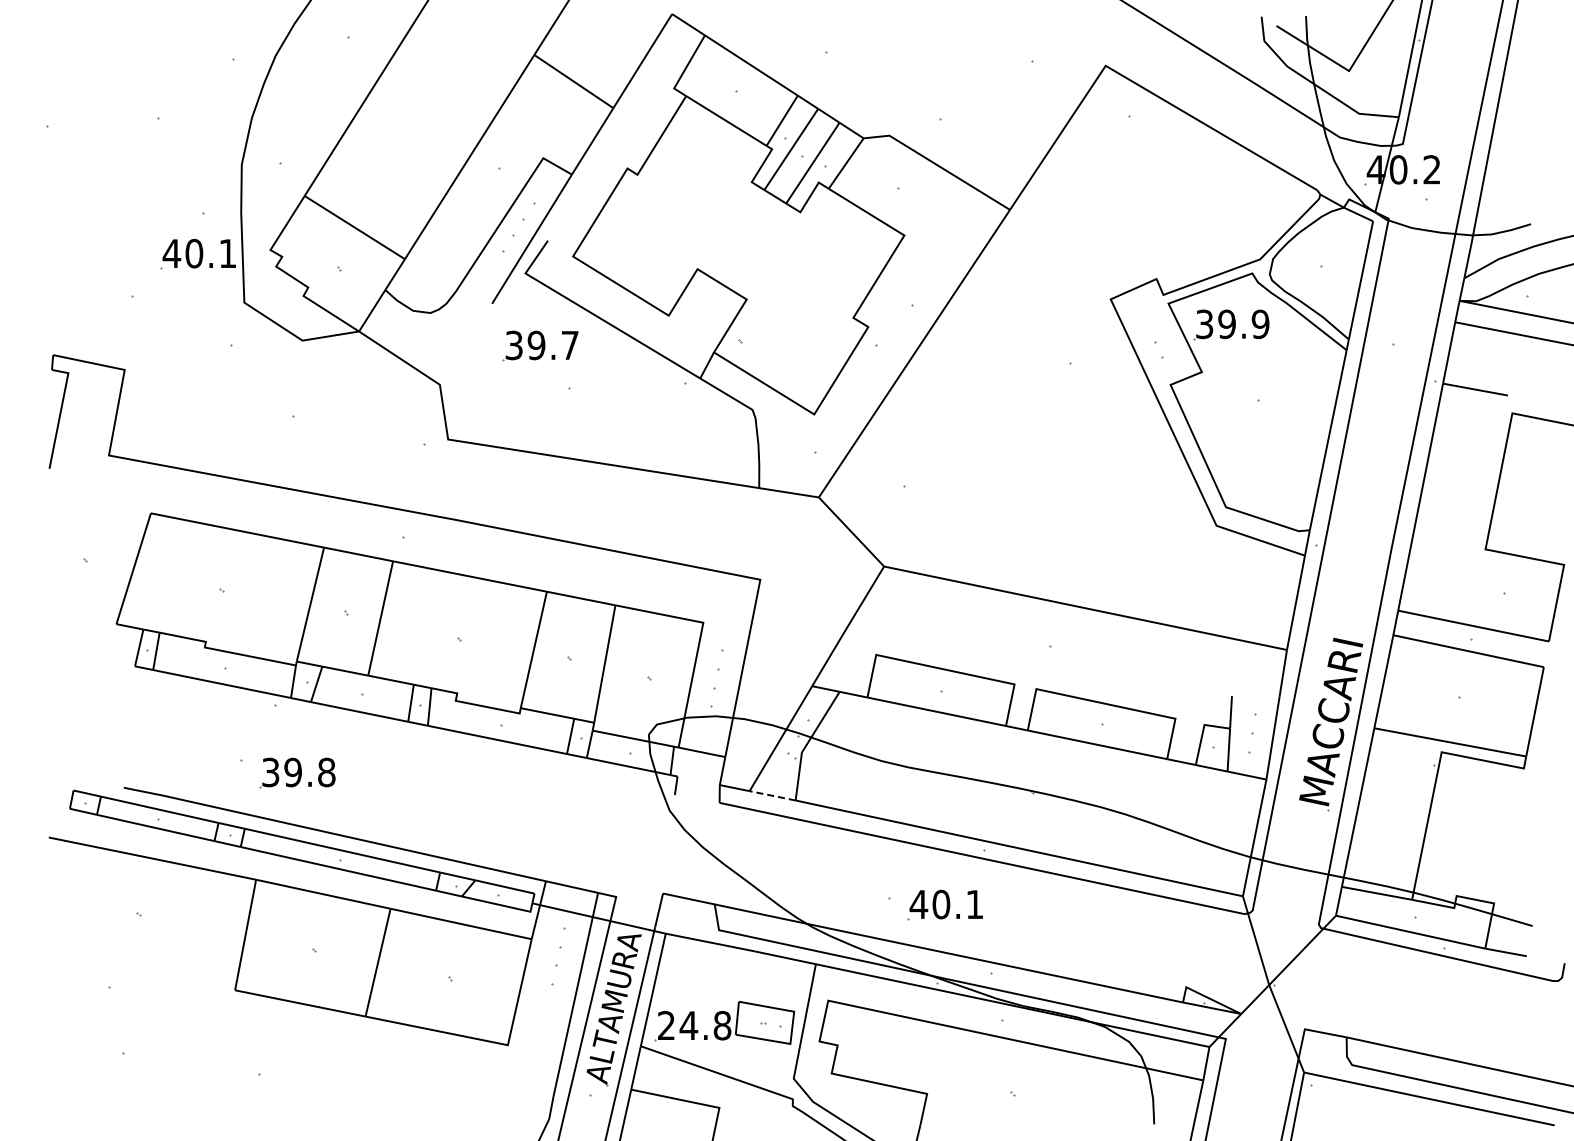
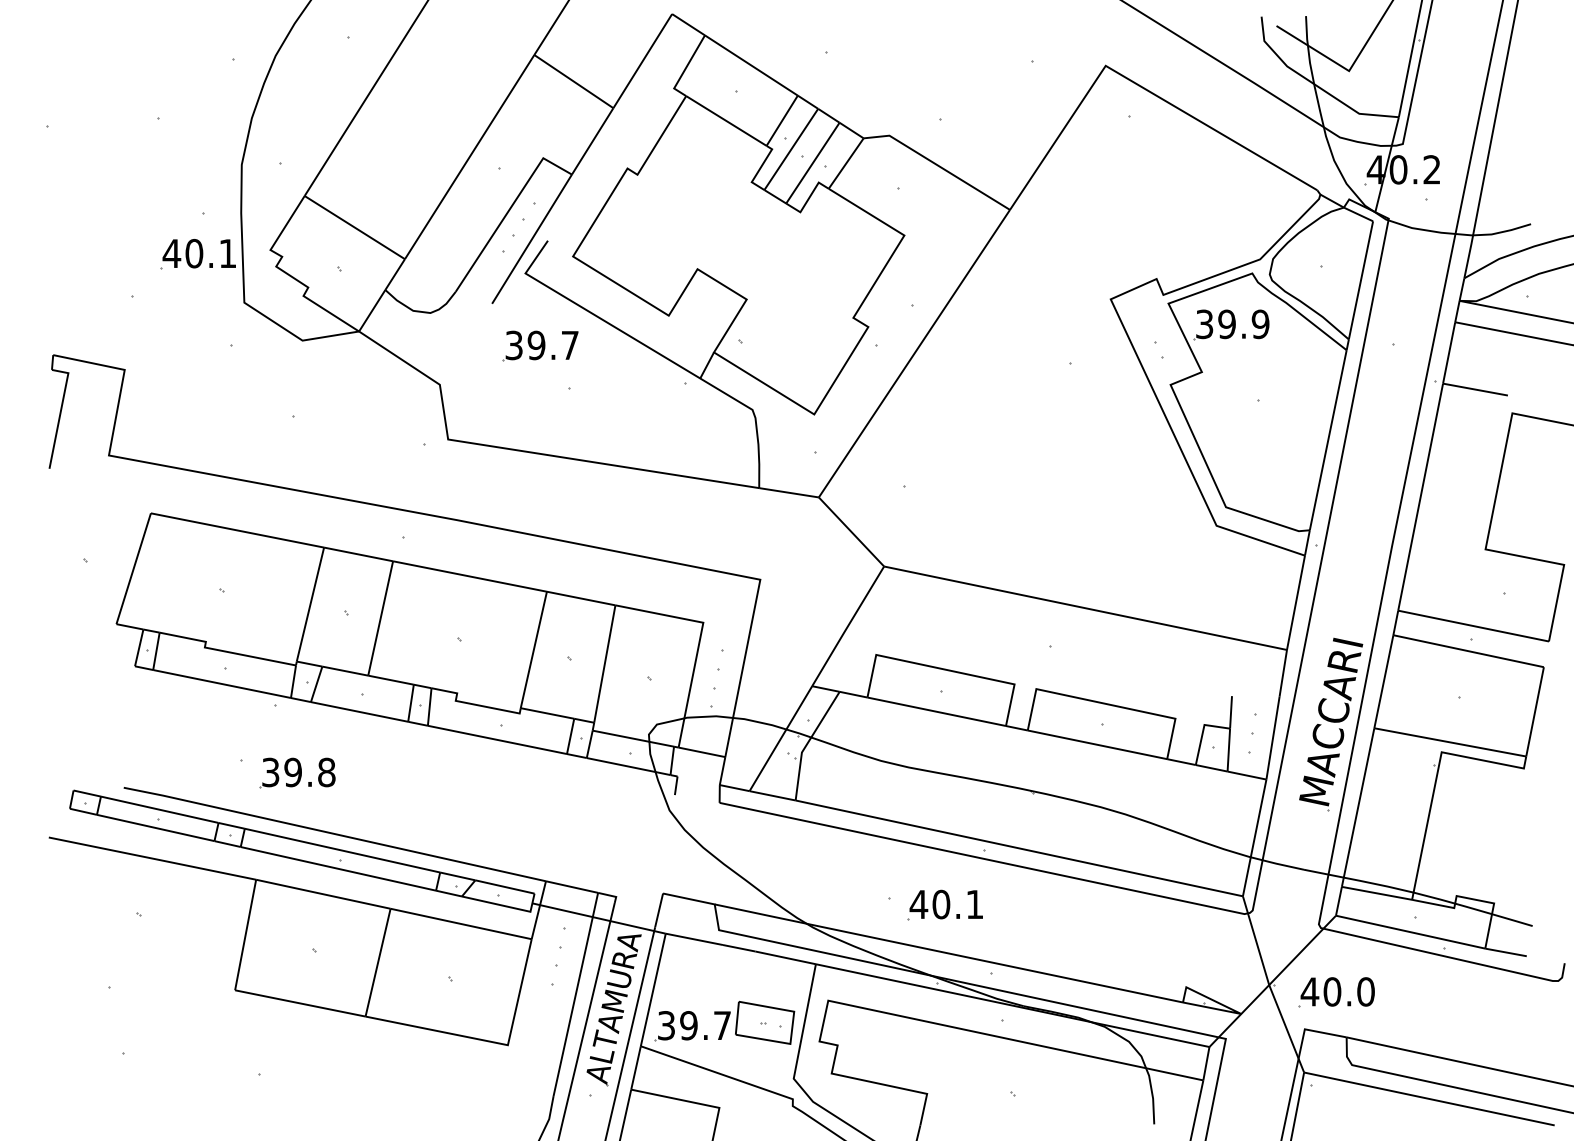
line at (772, 795): dashed -> solid
part at (1336, 992): none -> present
text at (694, 1025): 24.8 -> 39.7
